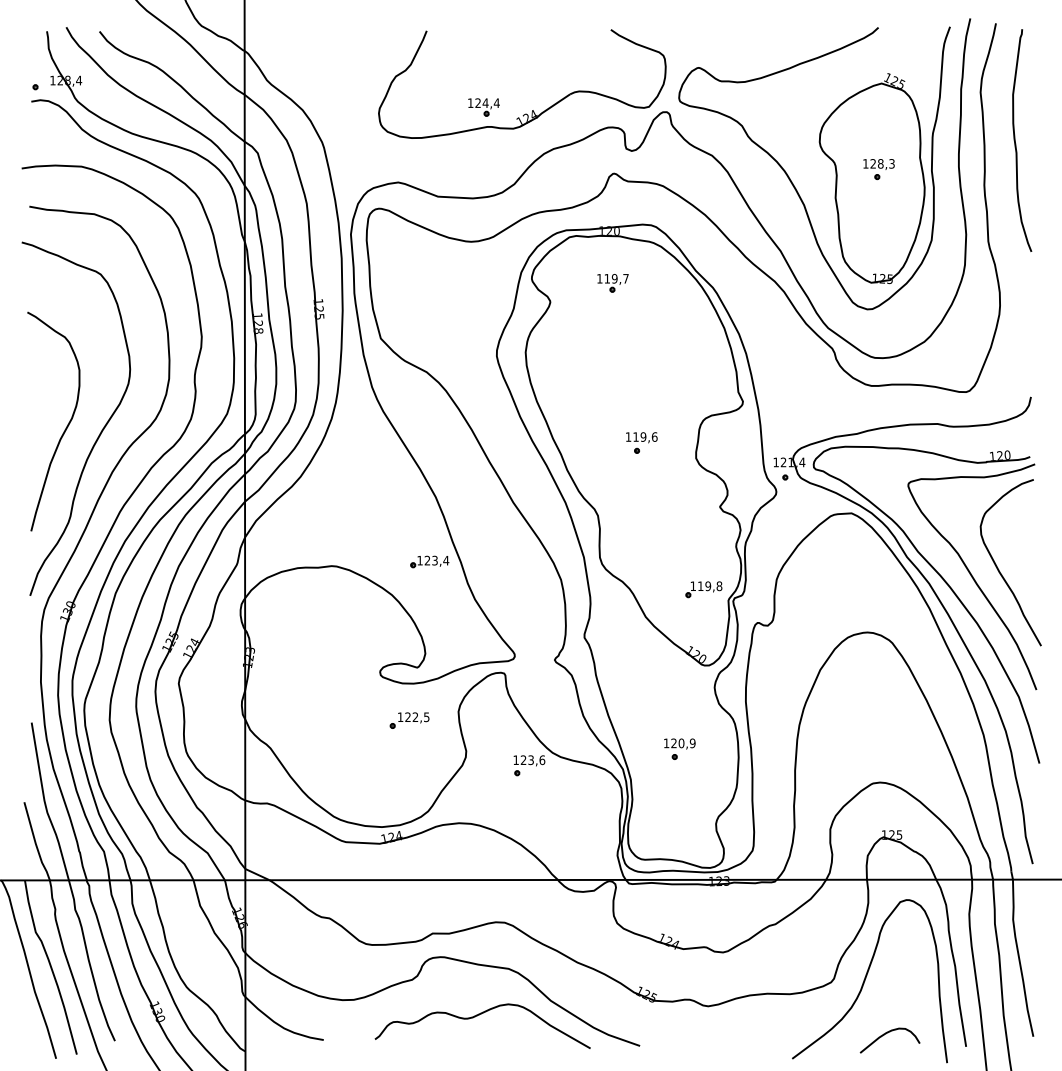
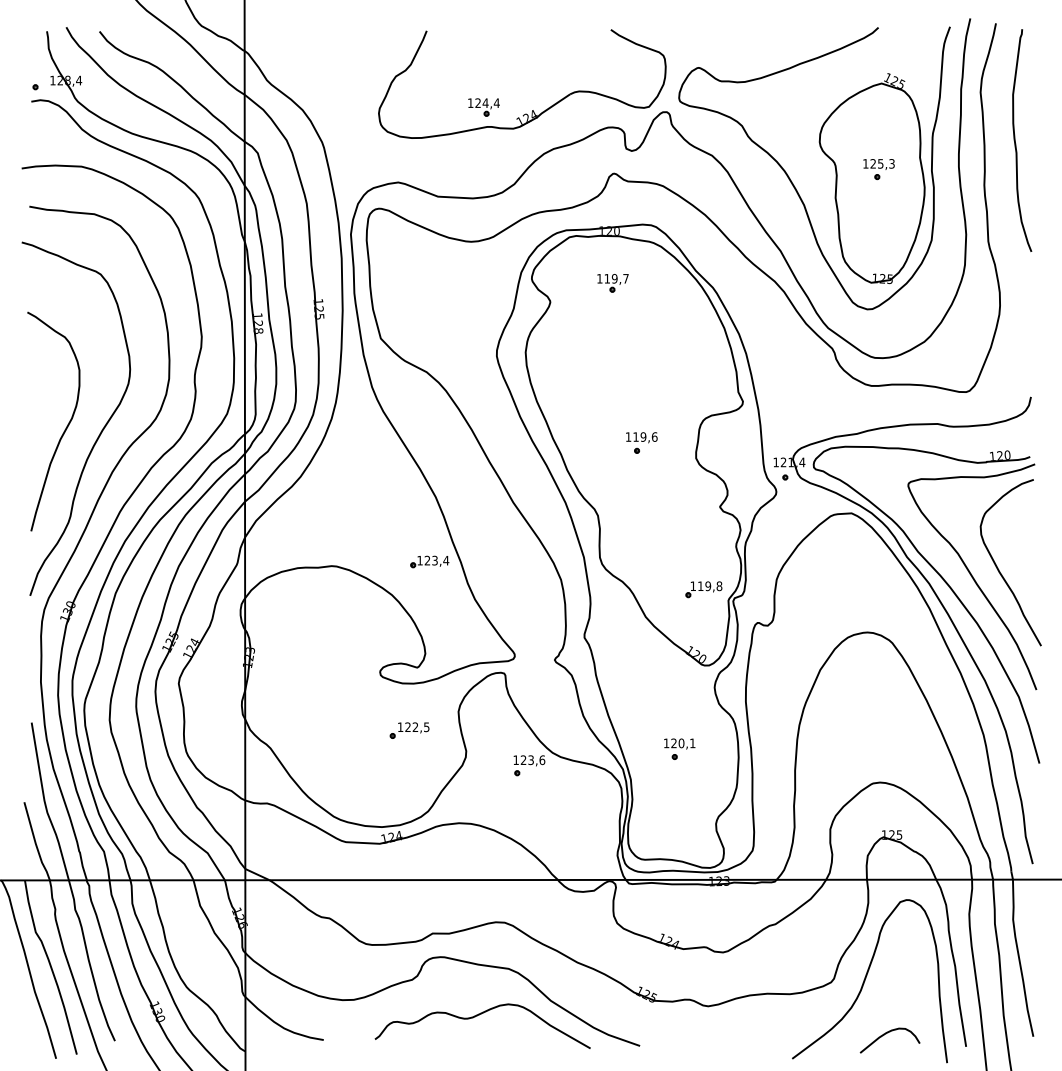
text at (880, 163): 128,3 -> 125,3
part at (409, 720) position: (409, 720) -> (409, 730)
text at (692, 743): 120,9 -> 120,1
